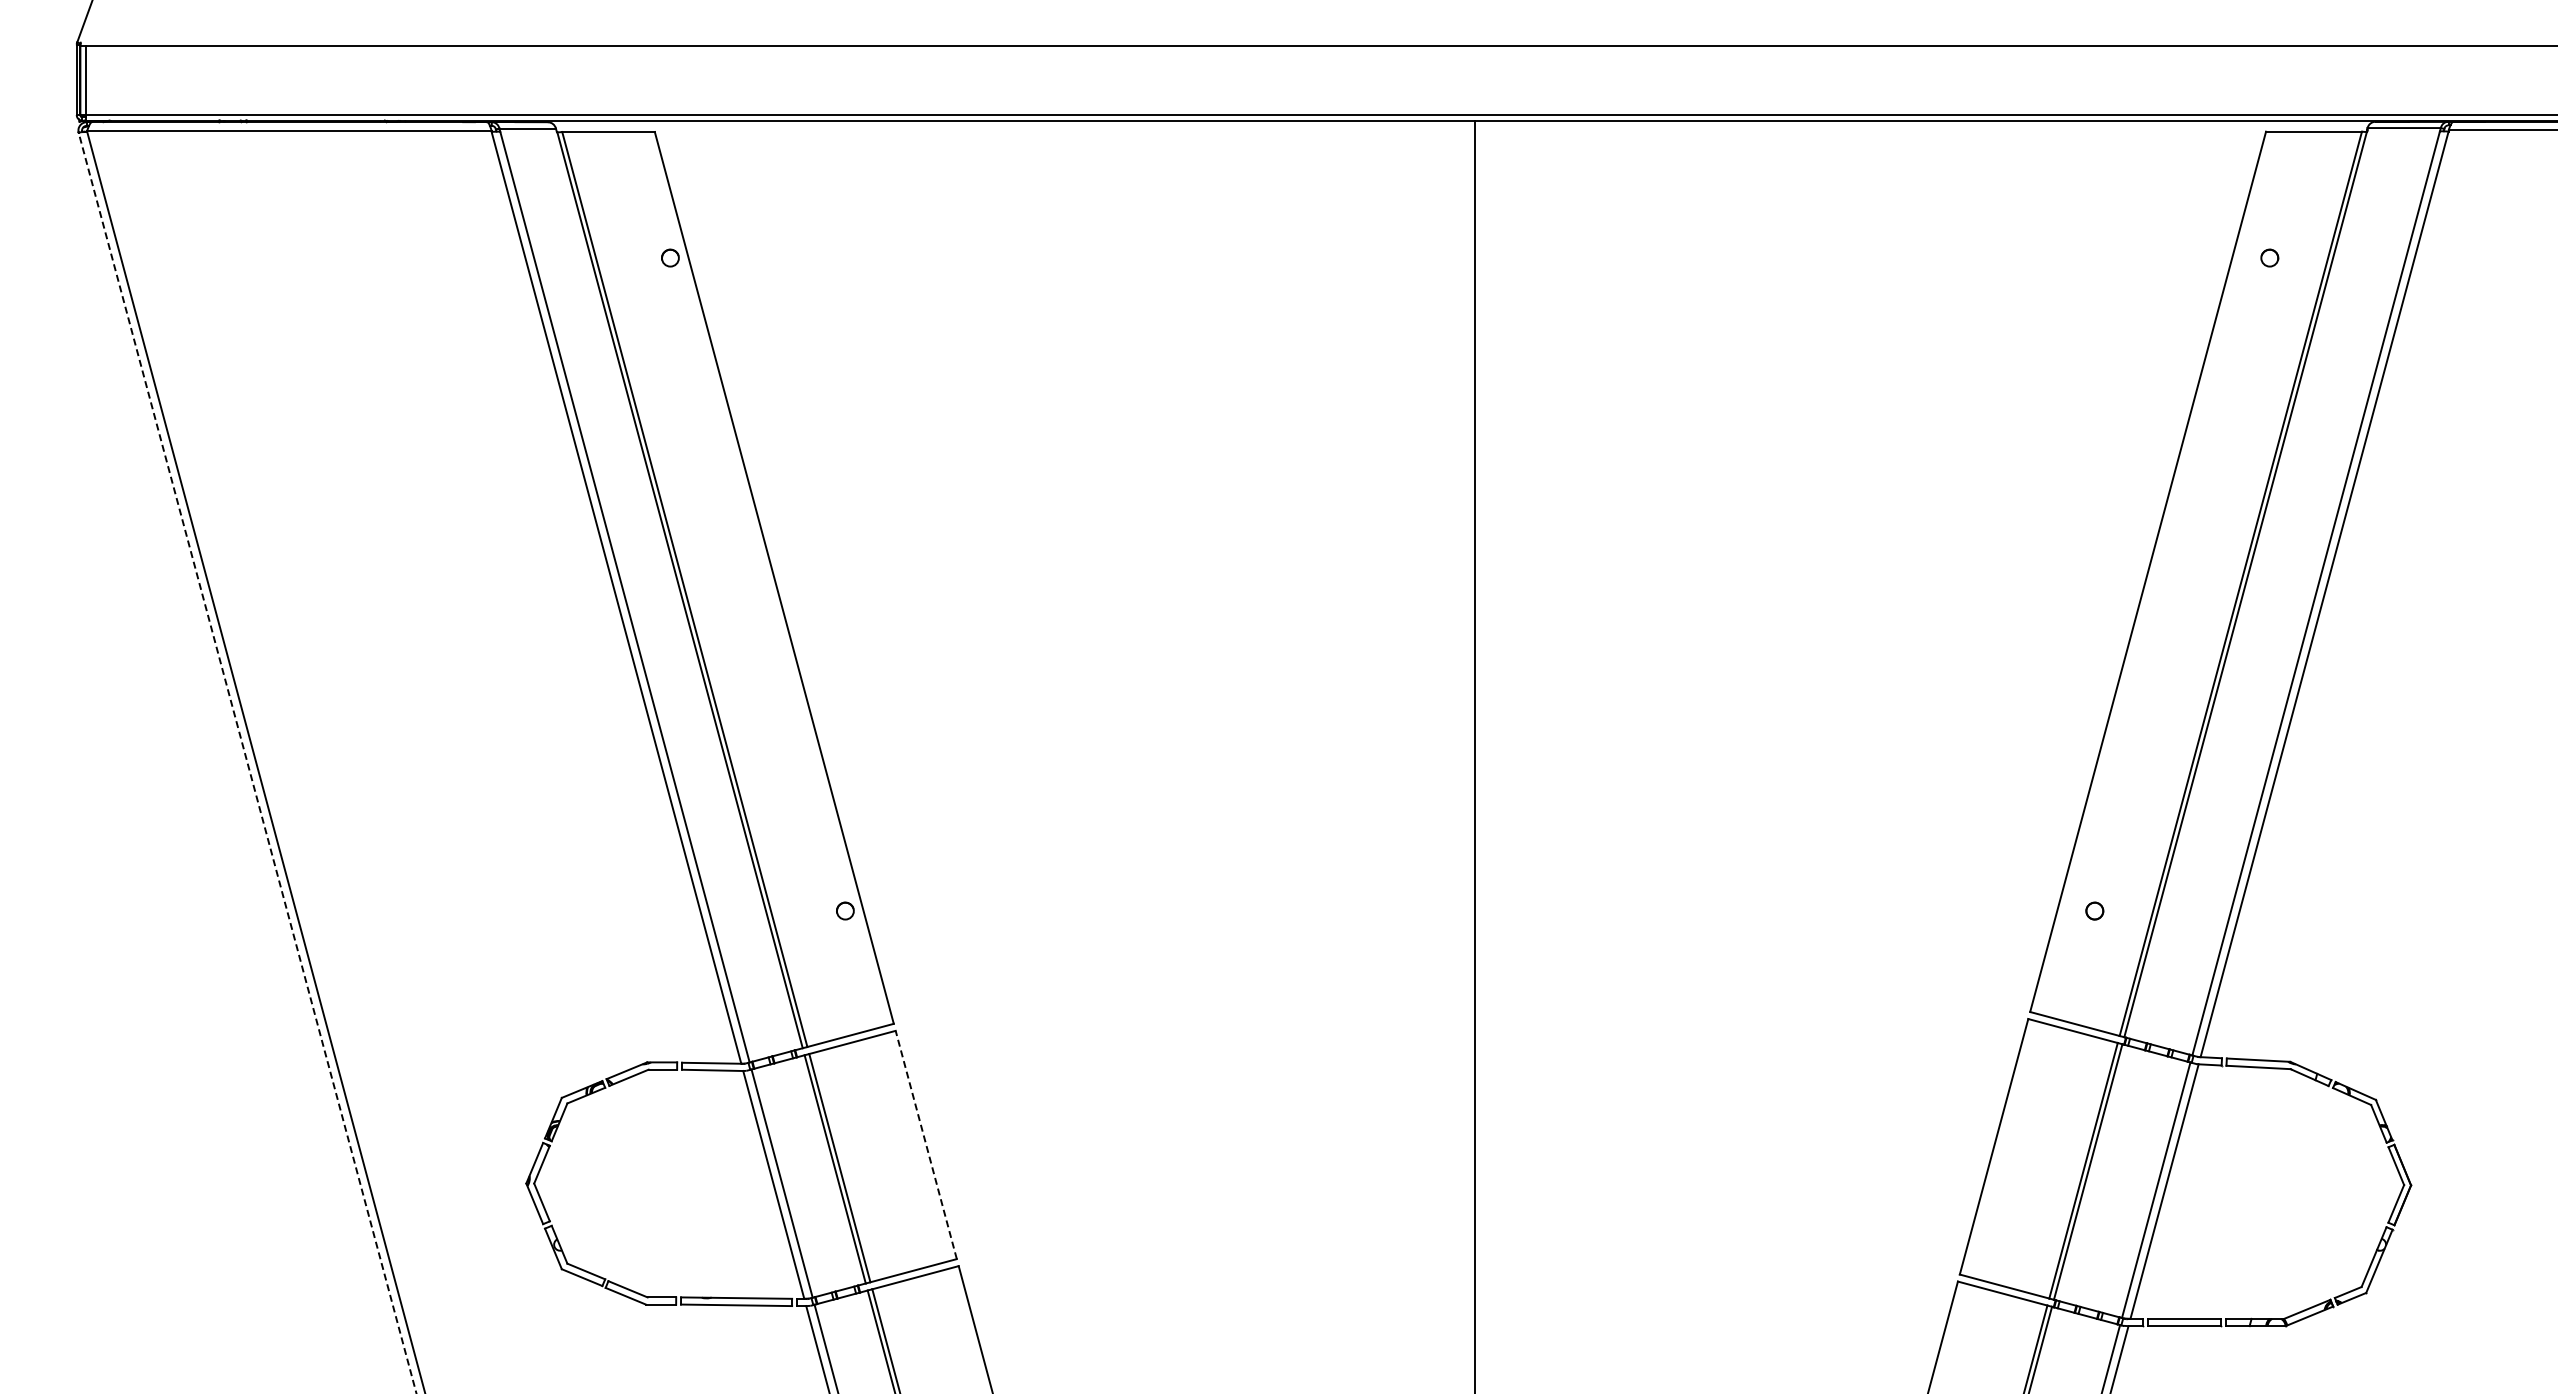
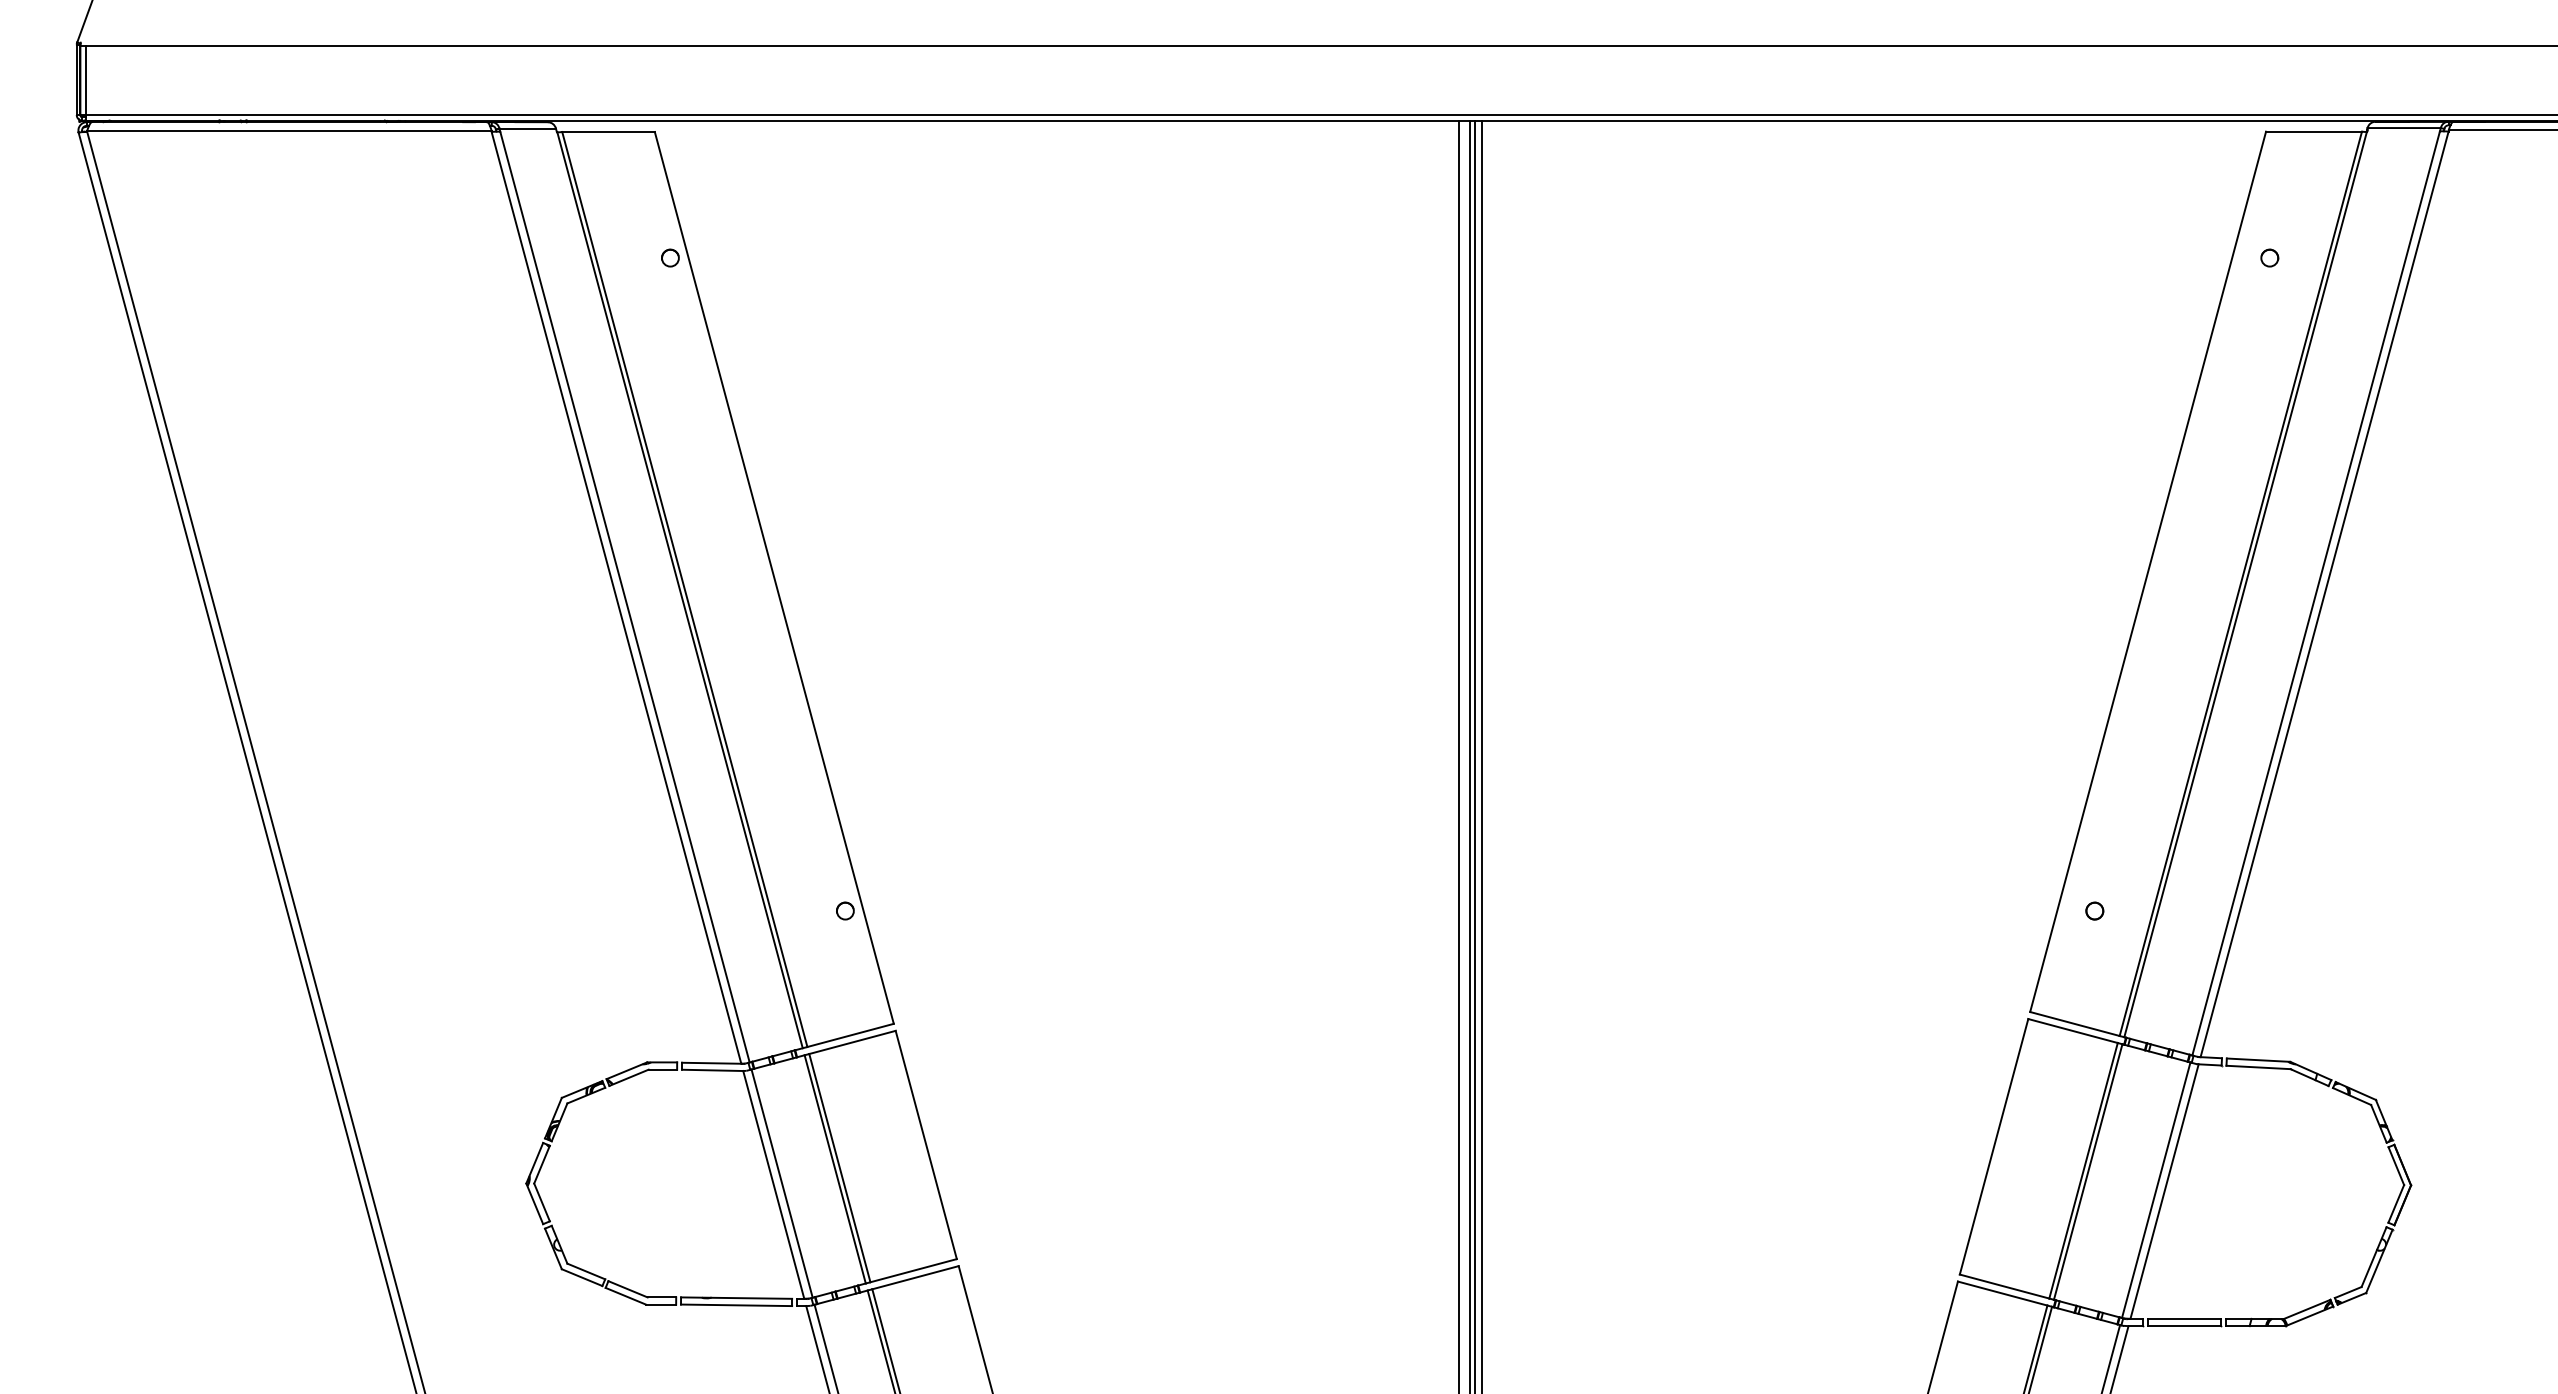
line at (1458, 755): none -> present
line at (1470, 755): none -> present
line at (1481, 755): none -> present
line at (247, 763): dashed -> solid
line at (926, 1144): dashed -> solid
